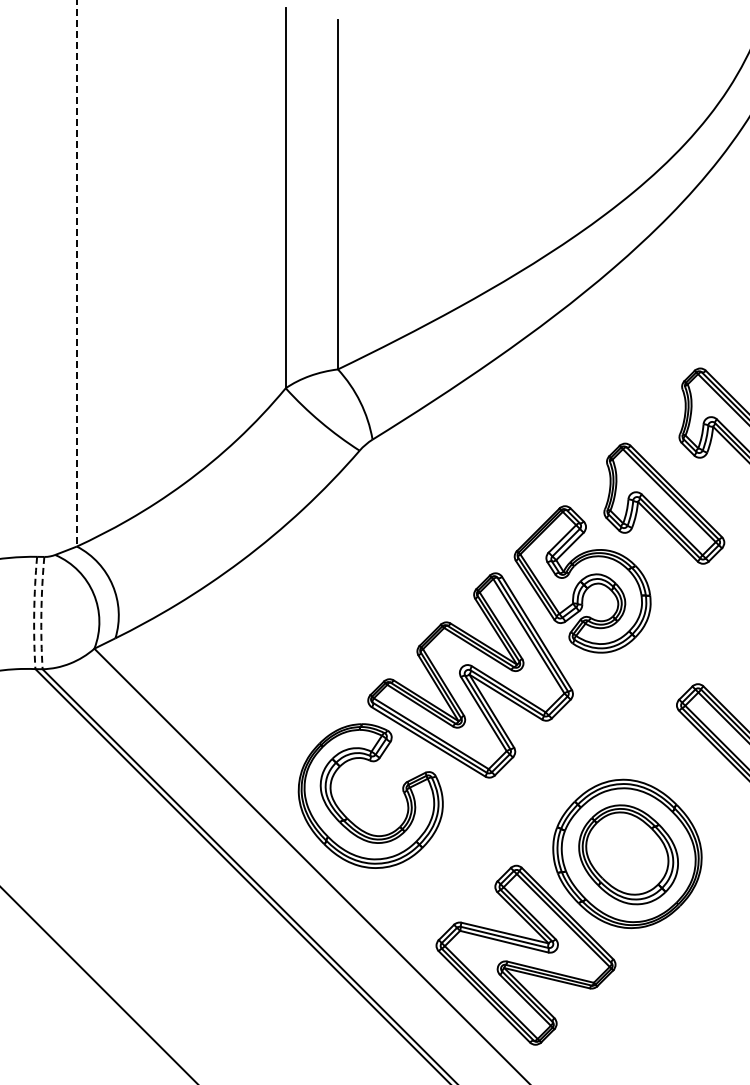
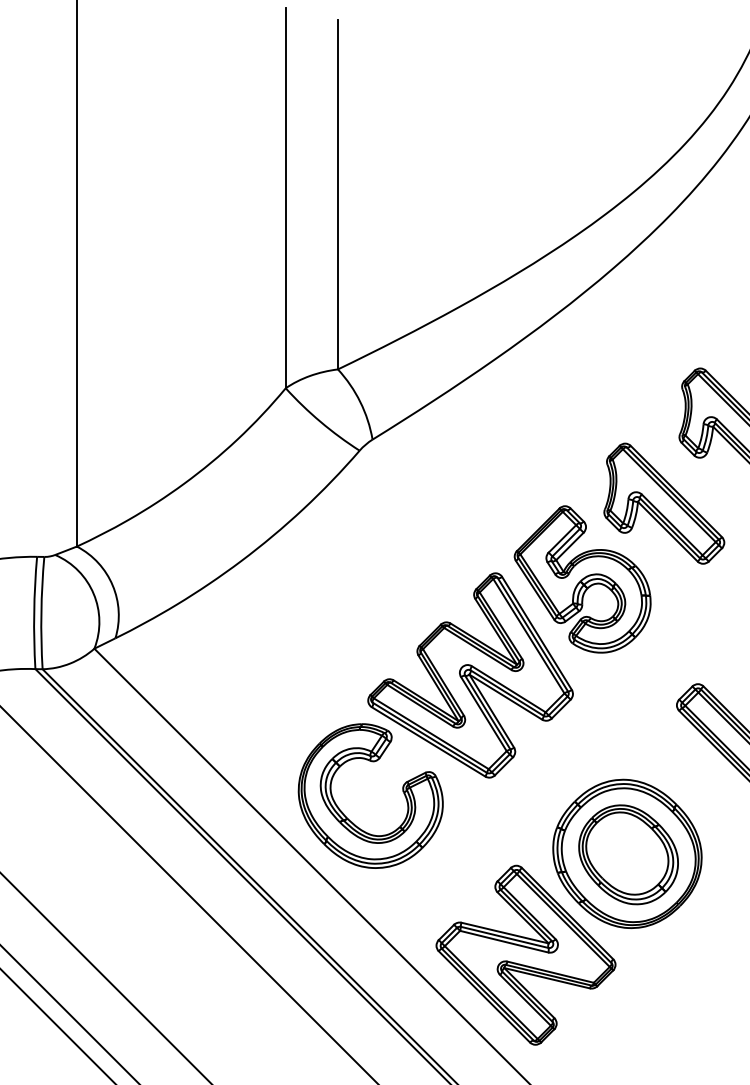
line at (76, 273): dashed -> solid
arc at (34, 612): dashed -> solid
arc at (41, 613): dashed -> solid
line at (188, 894): none -> present
line at (98, 984) position: (98, 984) -> (105, 977)
line at (69, 1014): none -> present
line at (57, 1026): none -> present
